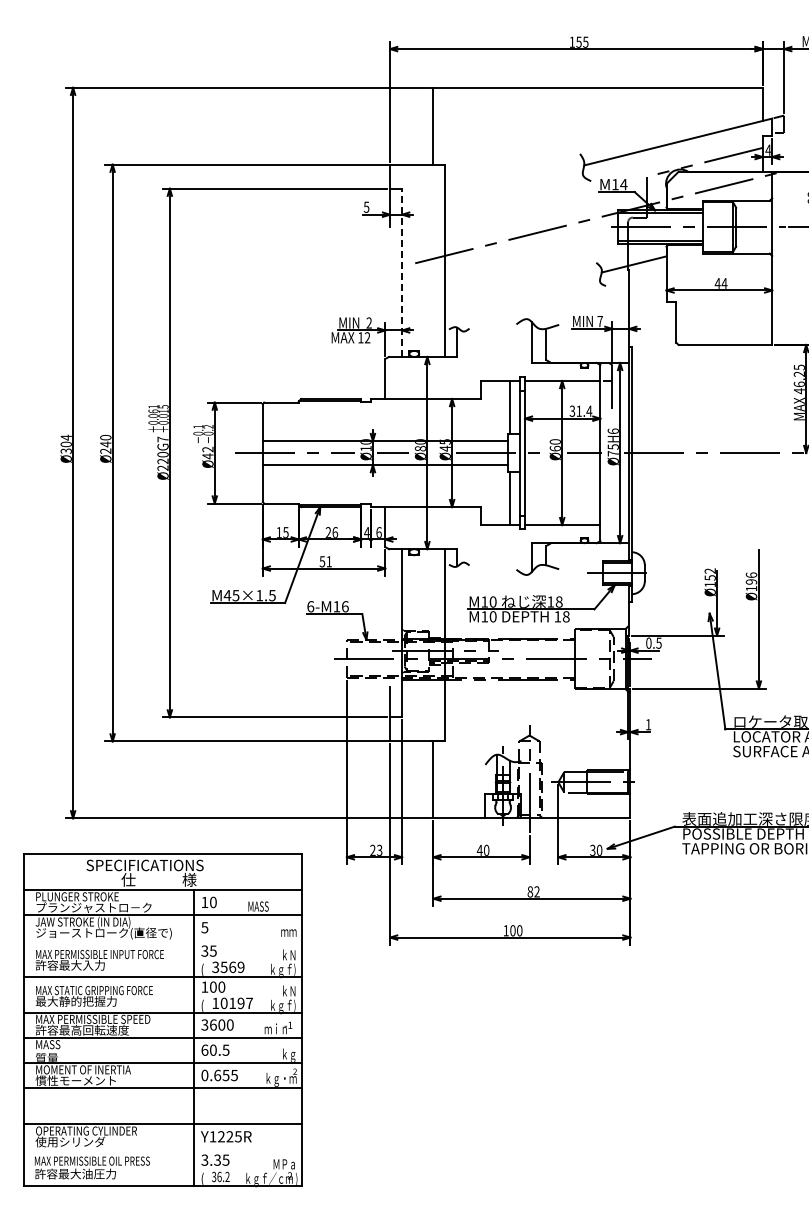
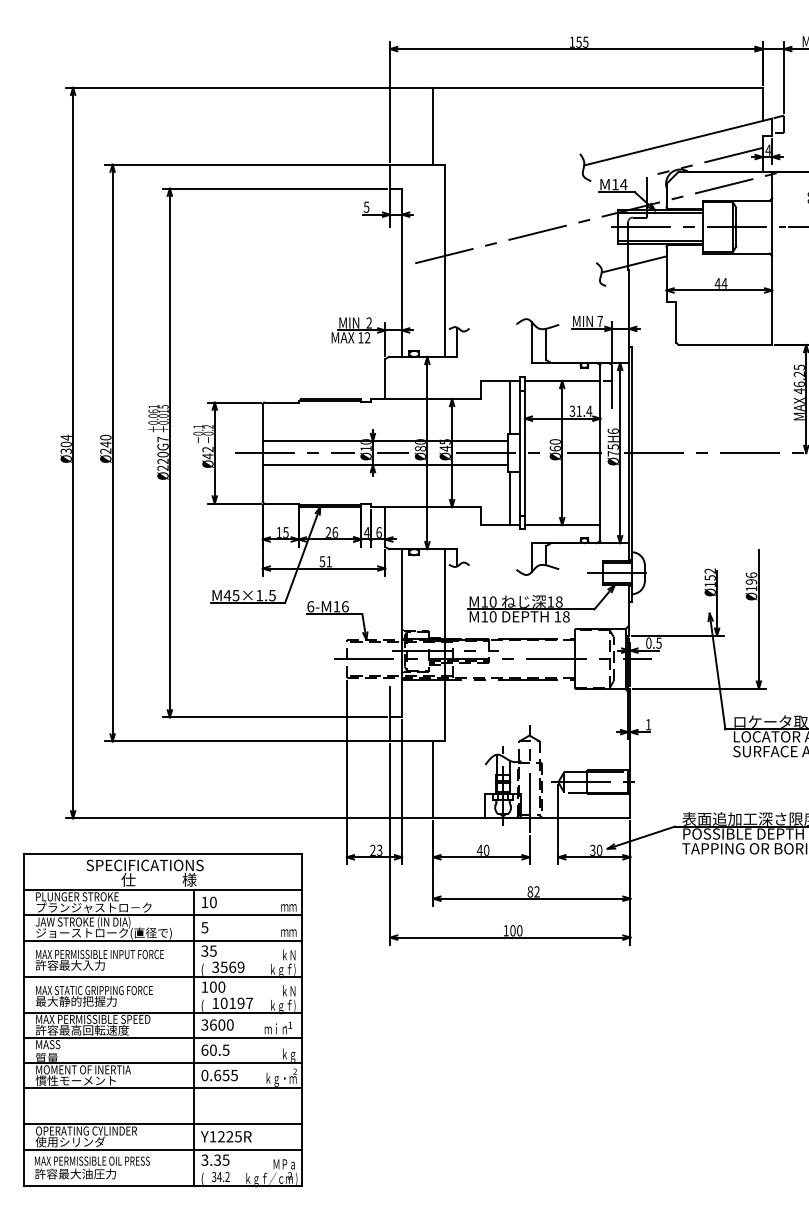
line at (402, 272): dashed -> solid
text at (272, 906): MASS -> ｍｍ
line at (162, 940): none -> present
line at (162, 1149): none -> present
text at (219, 1176): 36.2 -> 34.2
